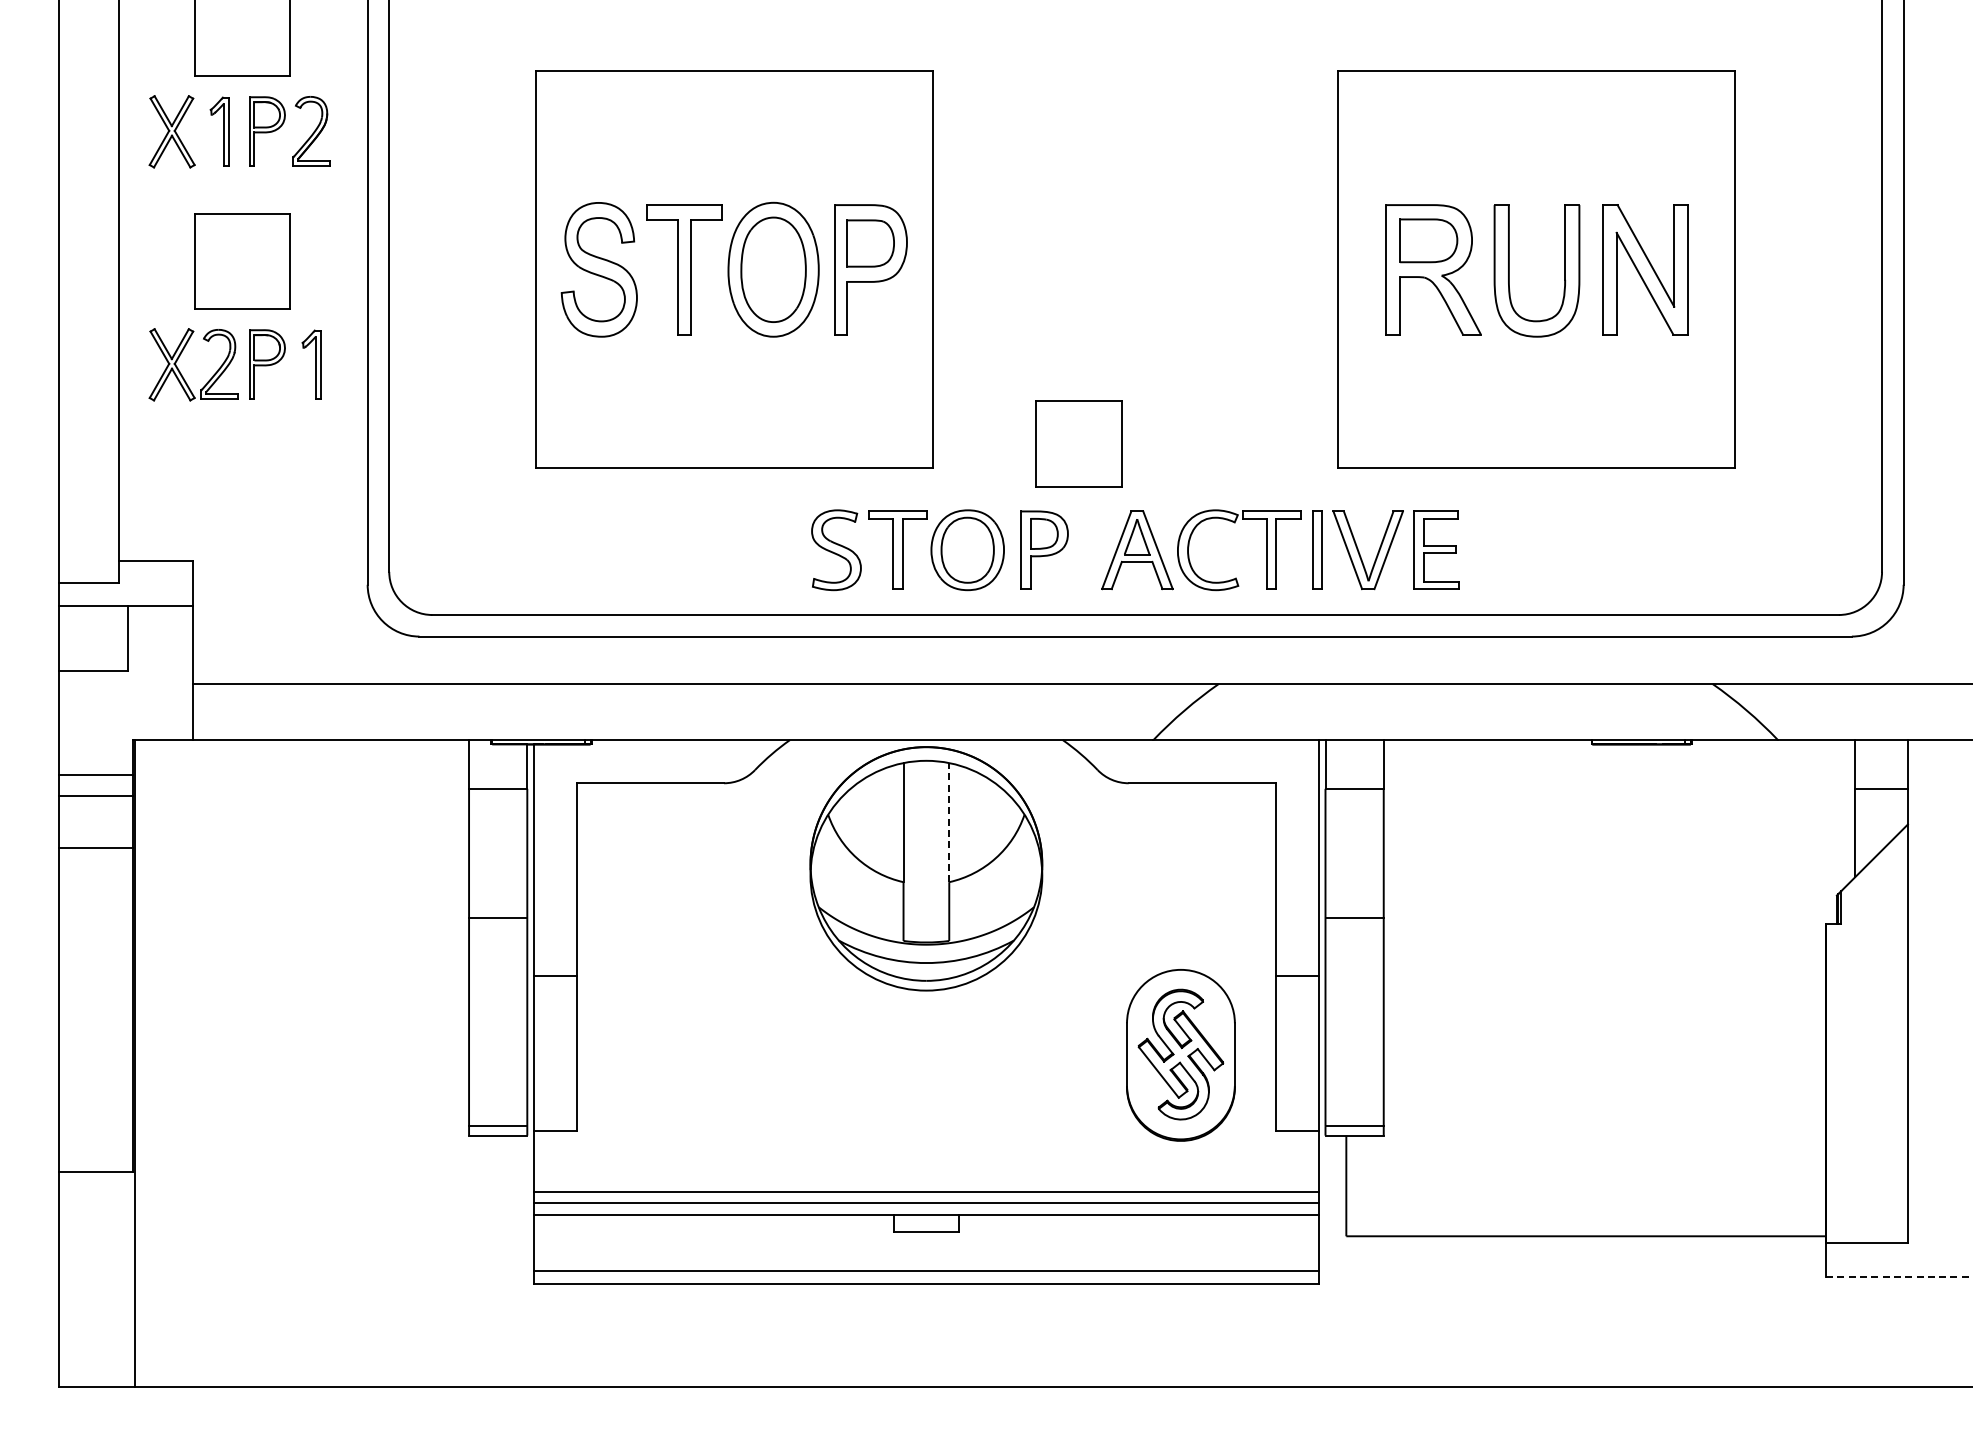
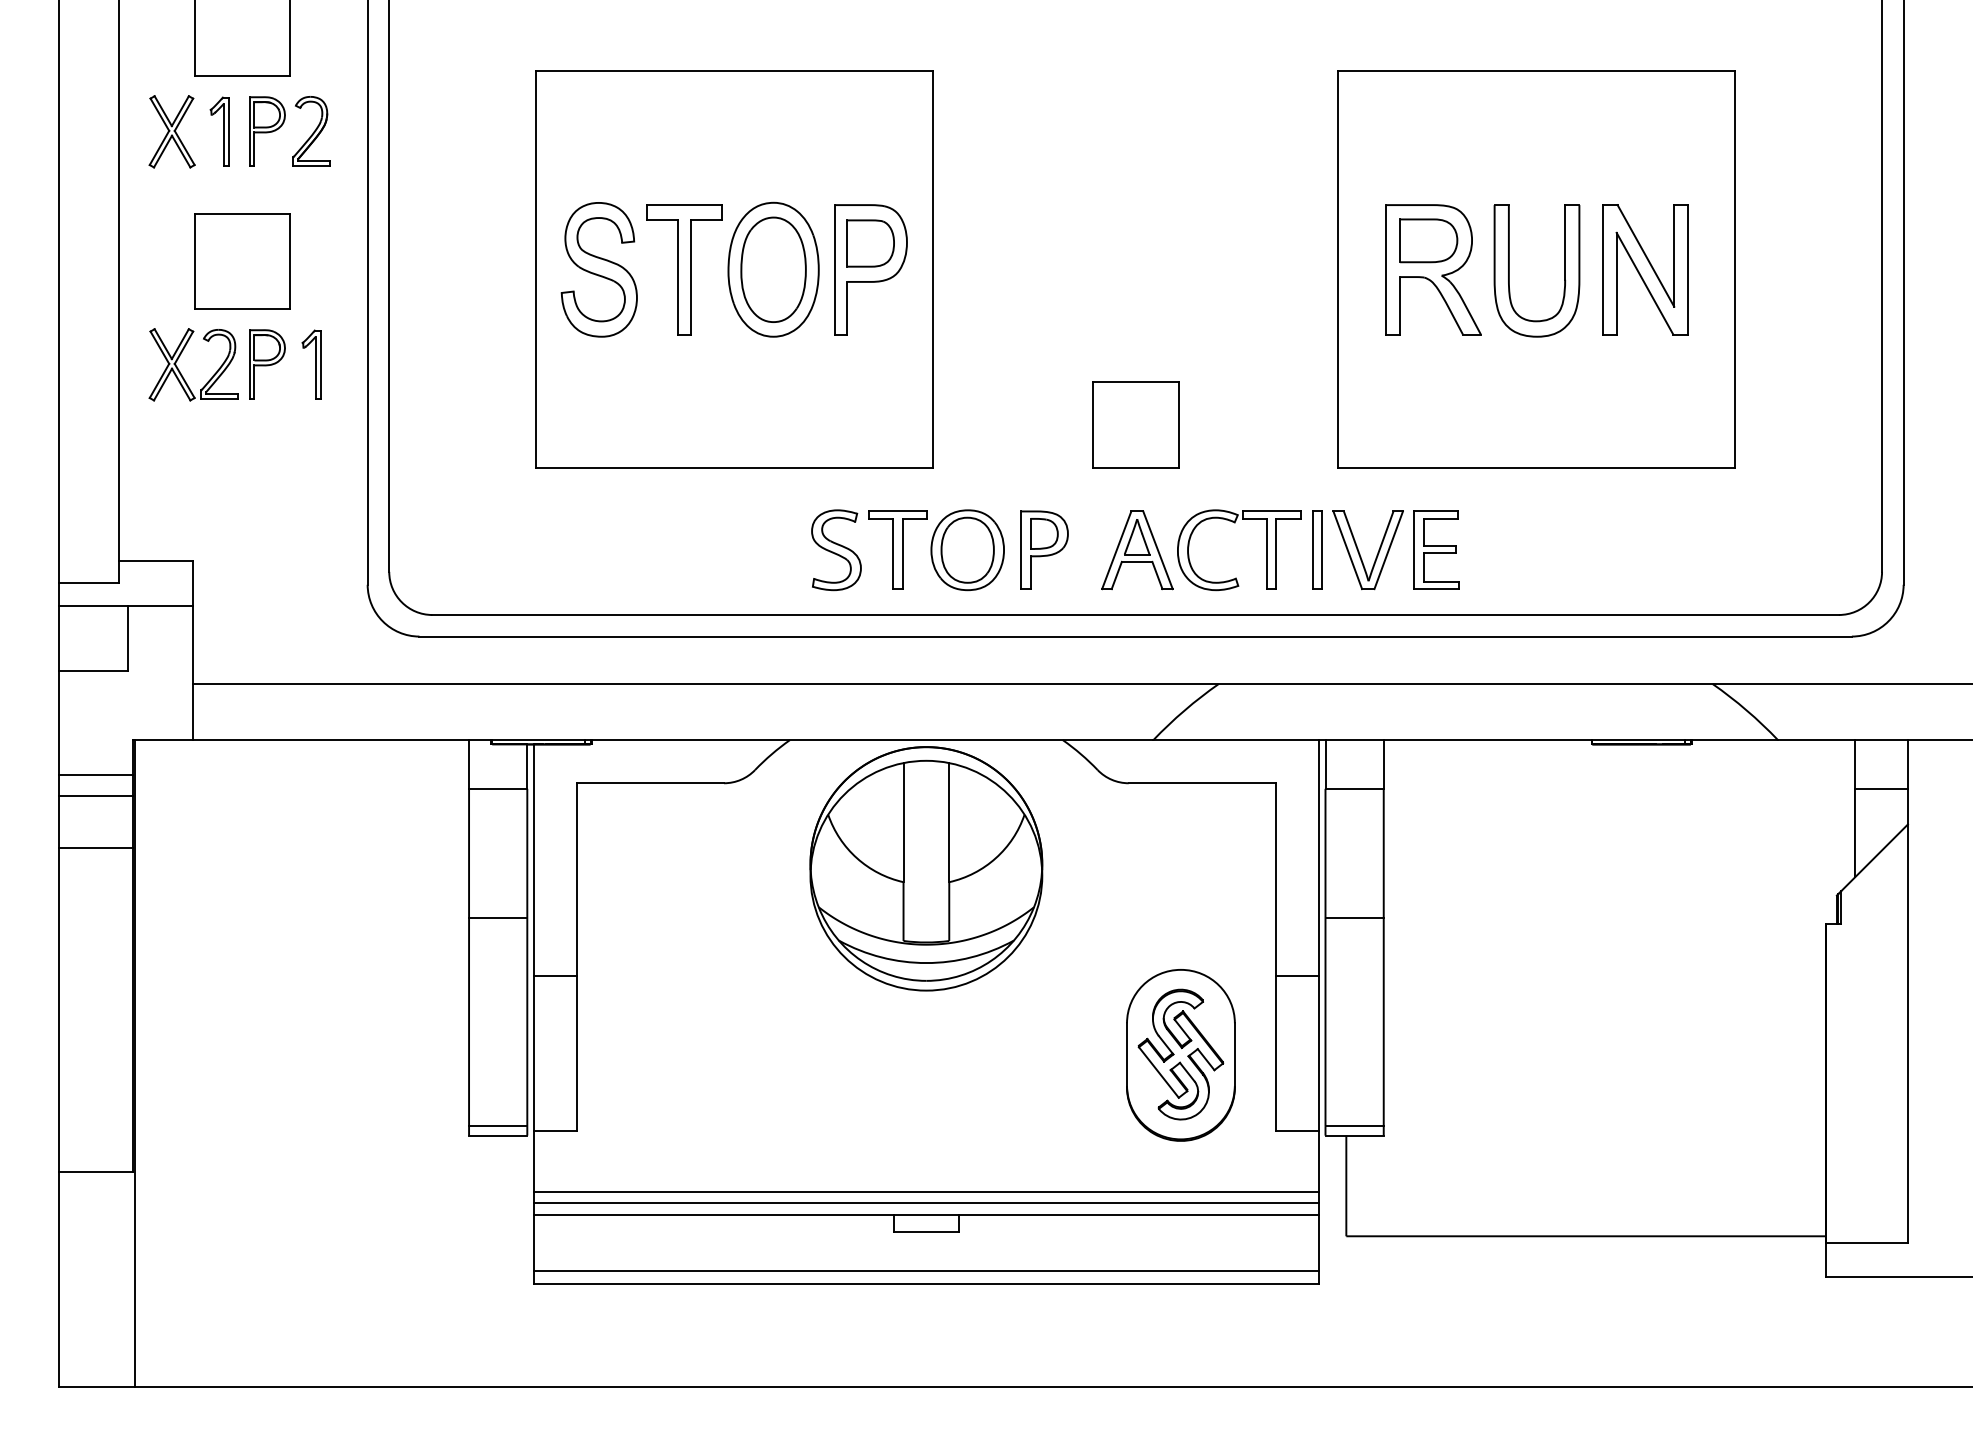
part at (1078, 443) position: (1078, 443) -> (1135, 424)
line at (949, 822): dashed -> solid
line at (1899, 1277): dashed -> solid
